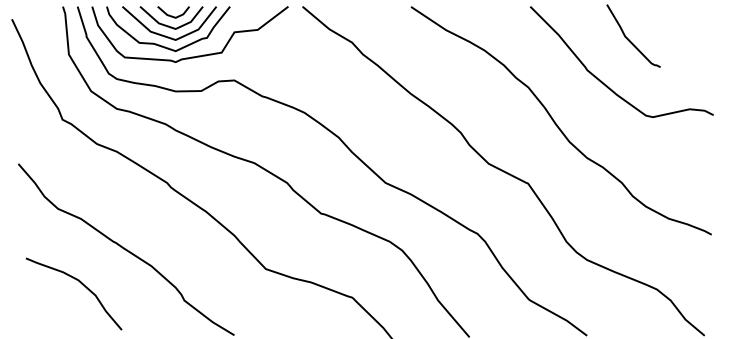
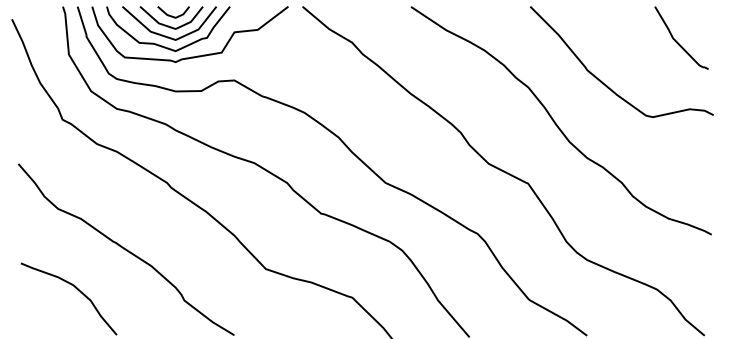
curve at (629, 39) position: (629, 39) -> (677, 41)
curve at (81, 284) position: (81, 284) -> (76, 289)
